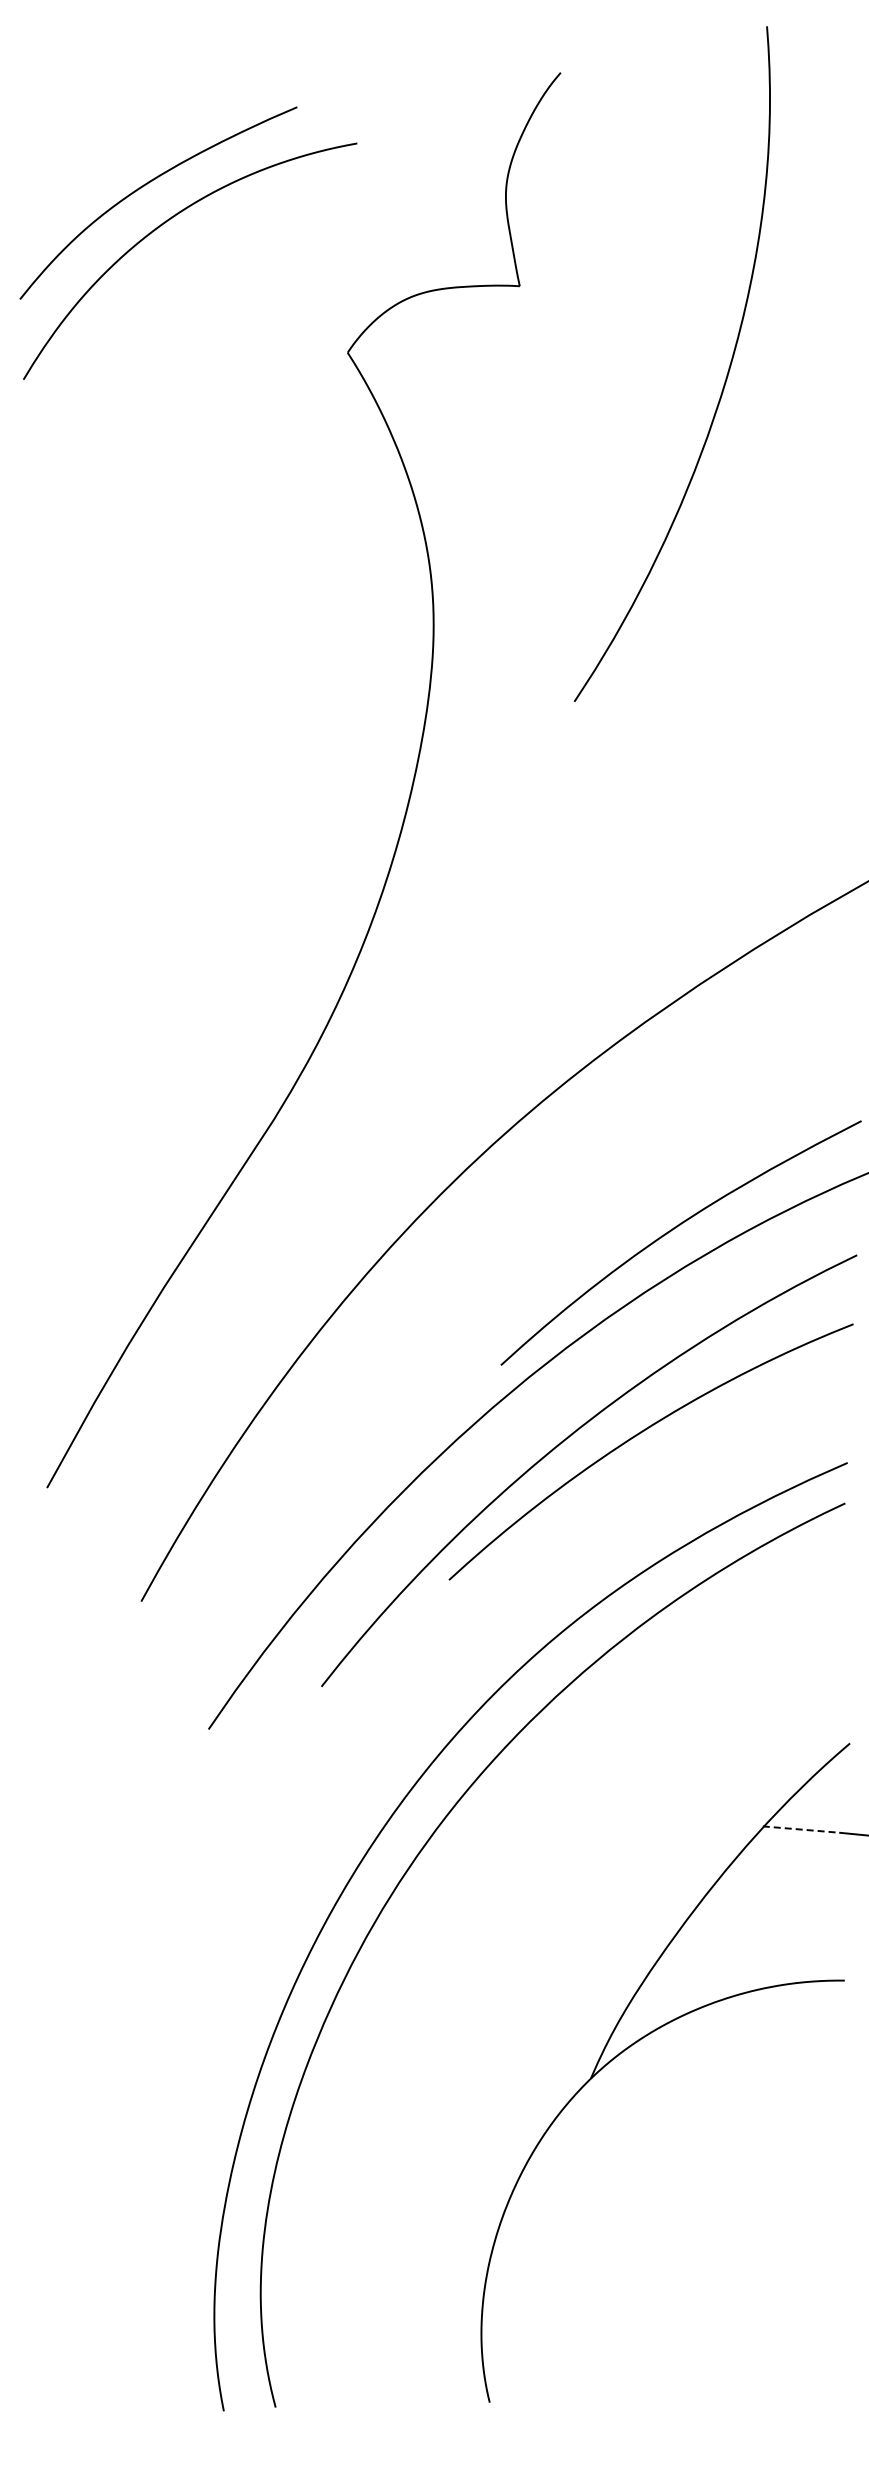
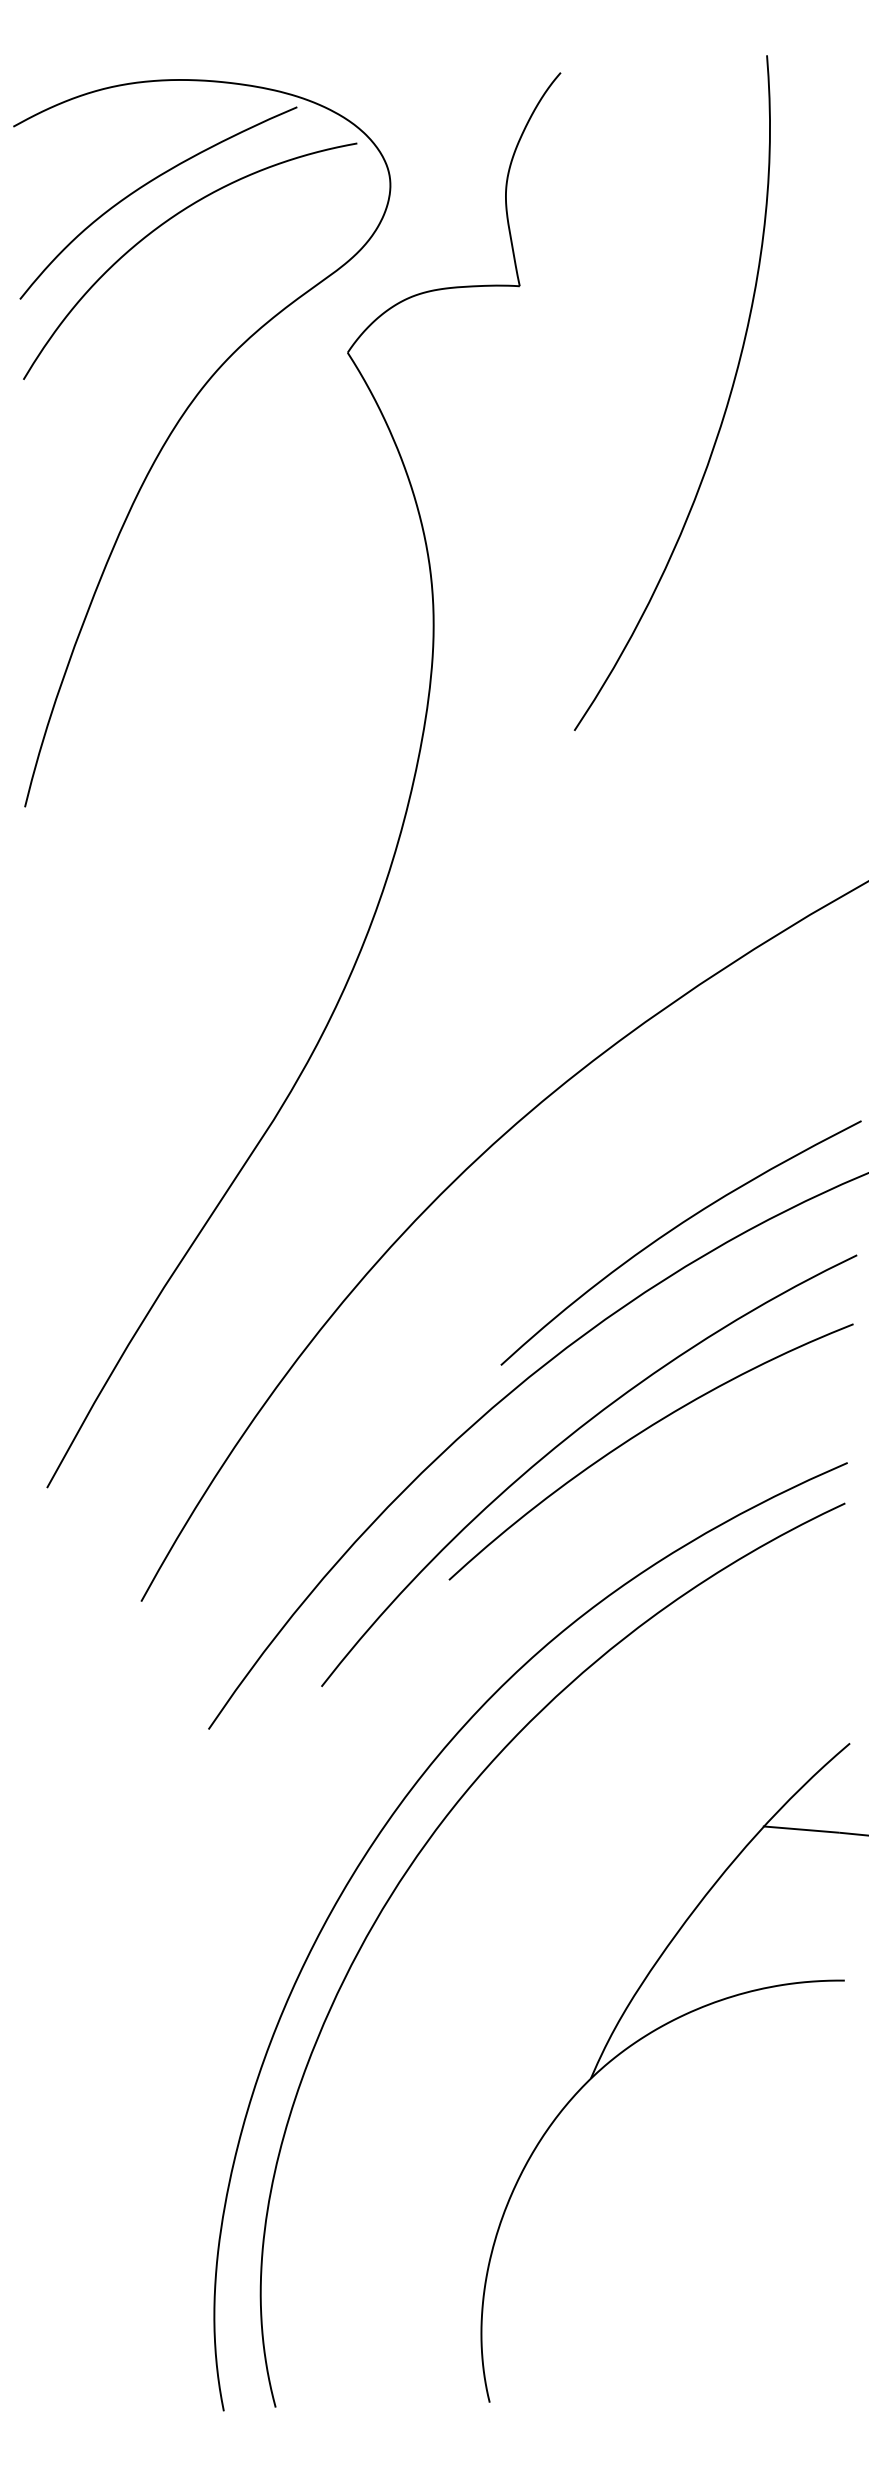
curve at (724, 381) position: (724, 381) -> (724, 410)
curve at (177, 425): none -> present
line at (801, 1829): dashed -> solid
